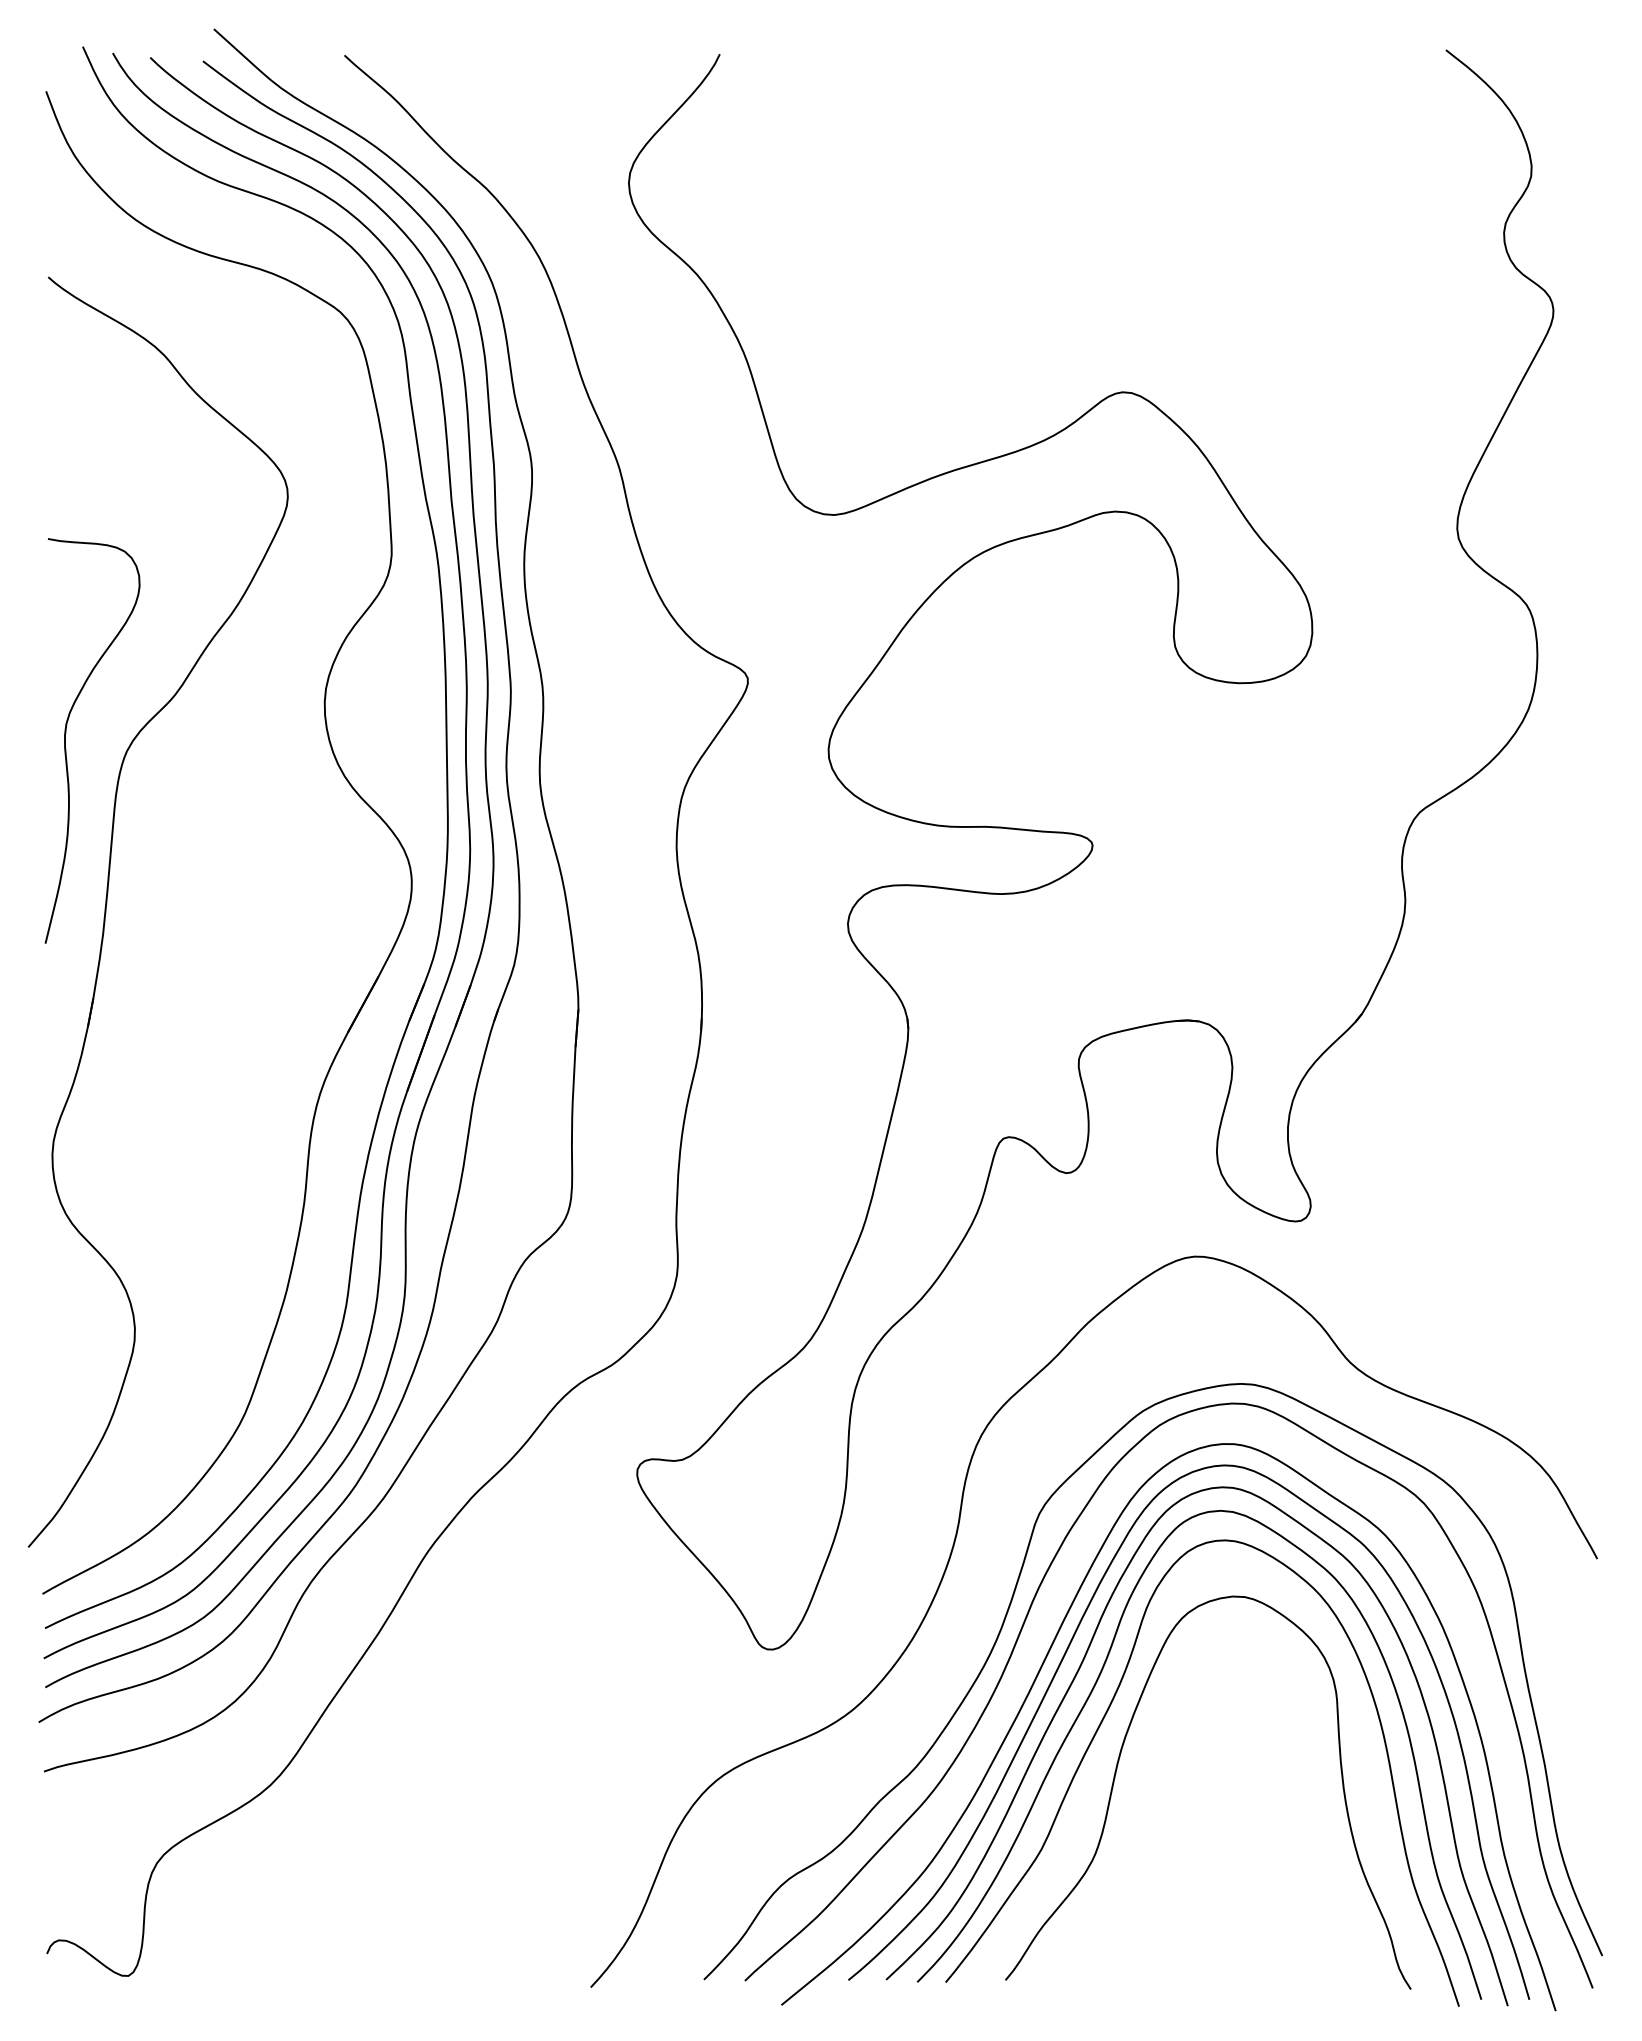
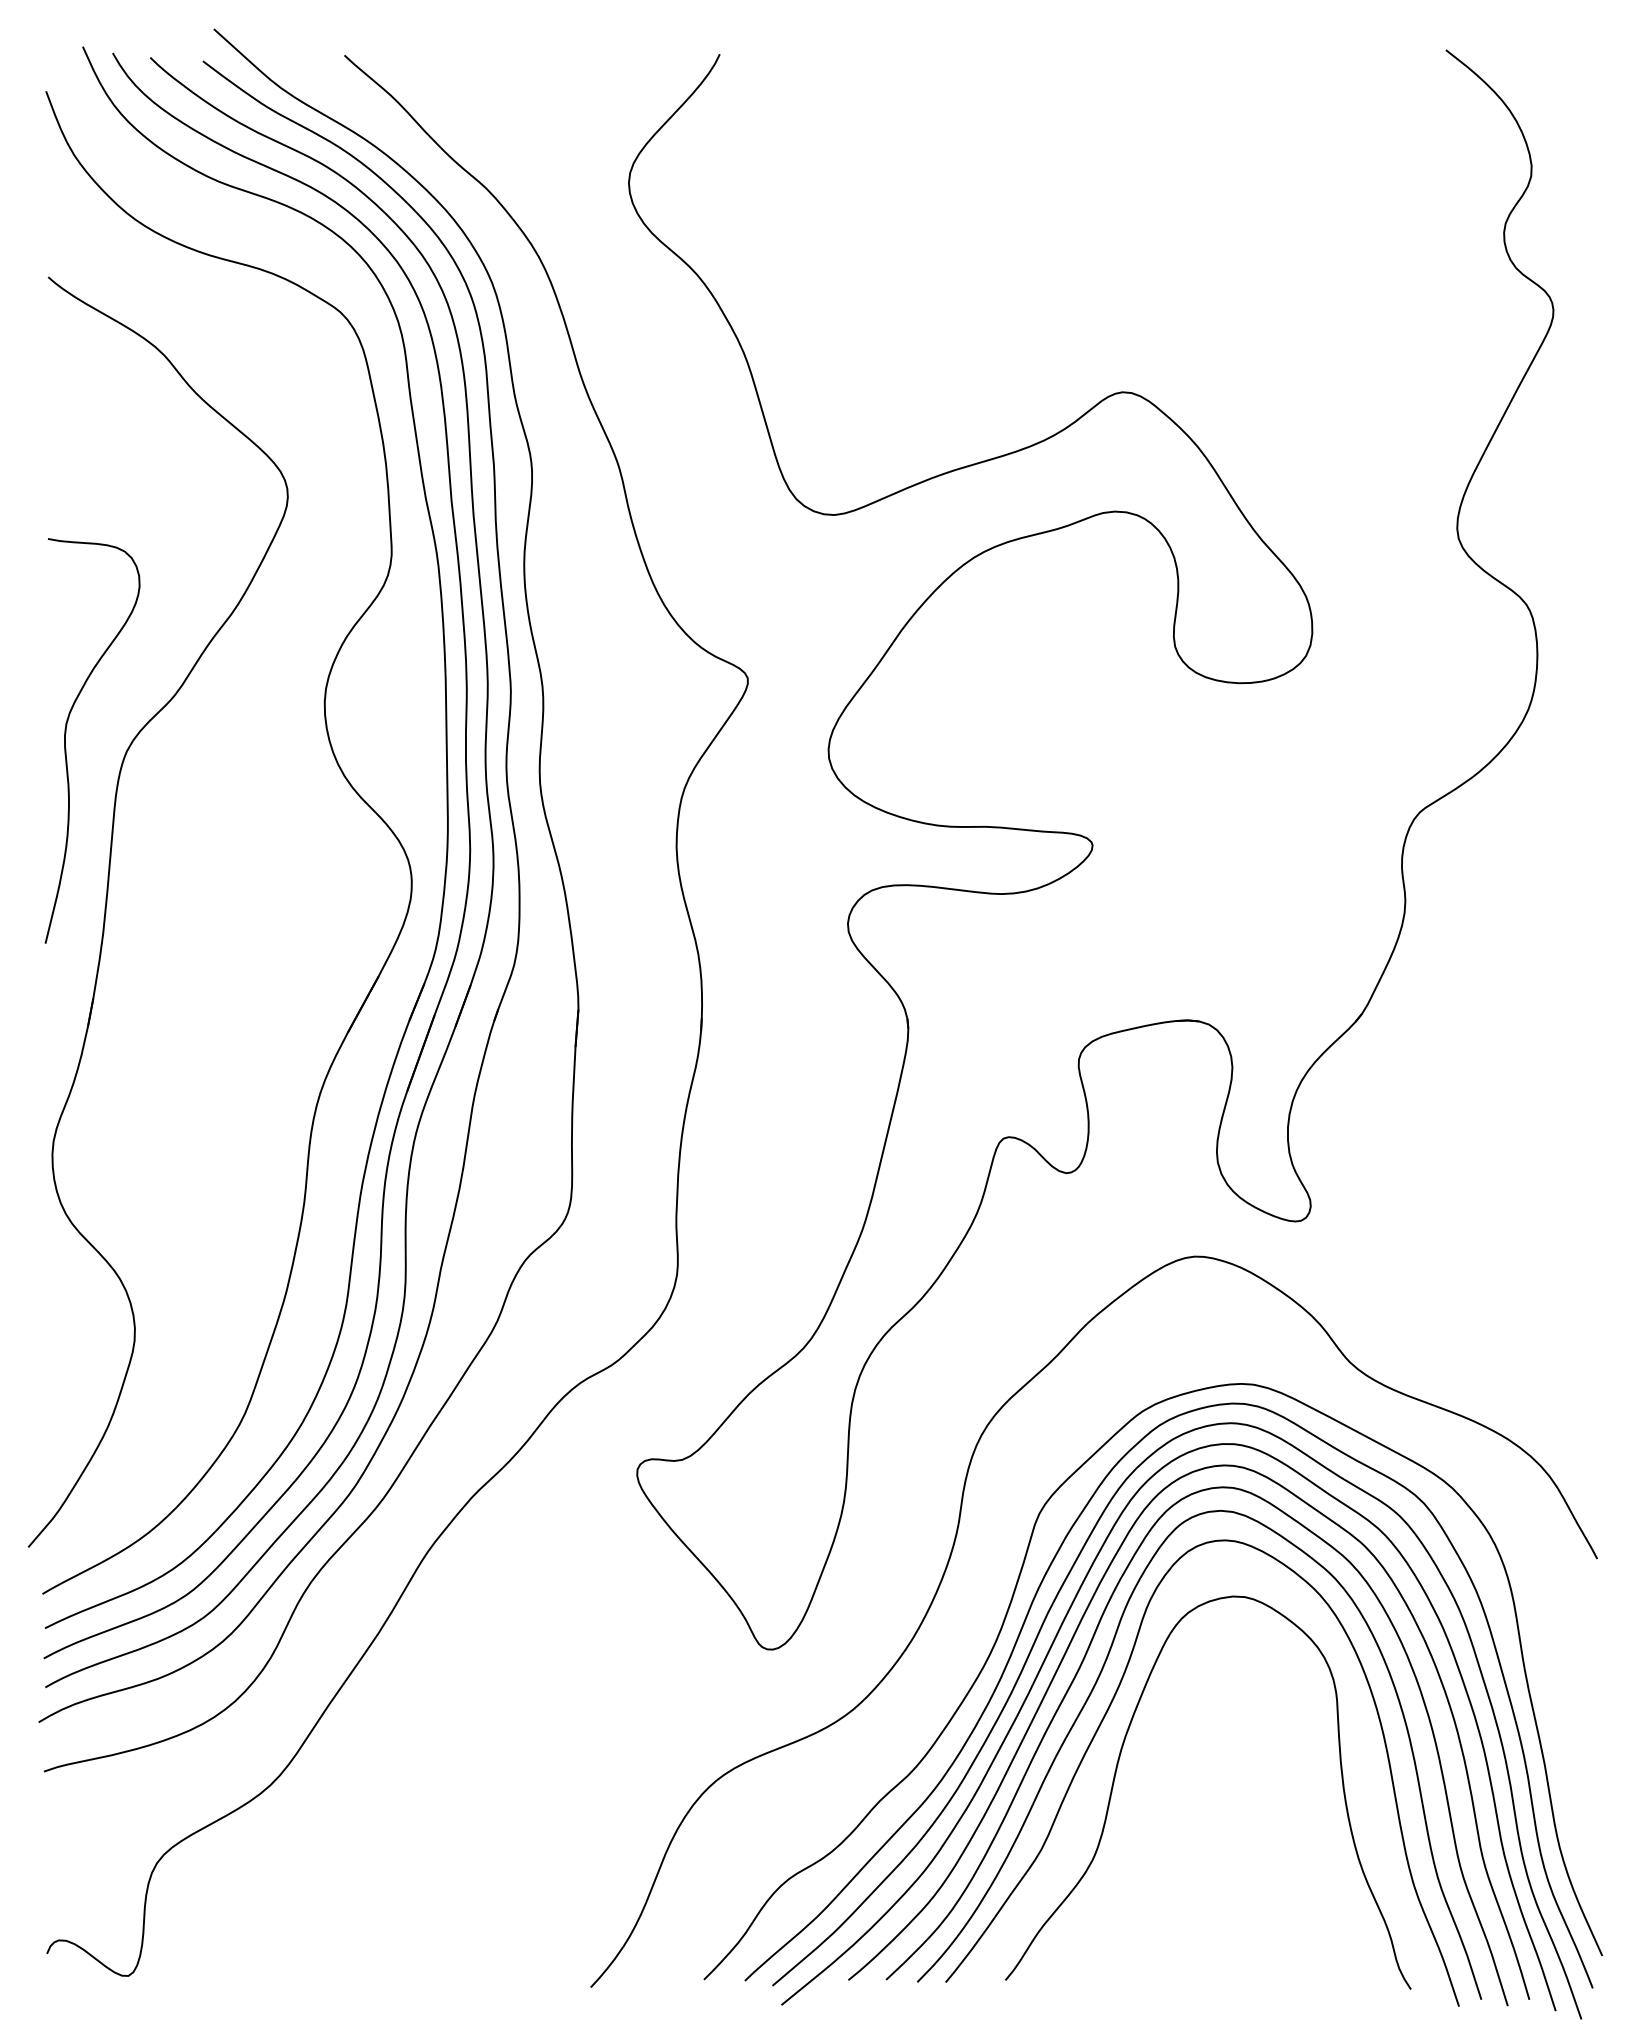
curve at (1031, 1652): none -> present
